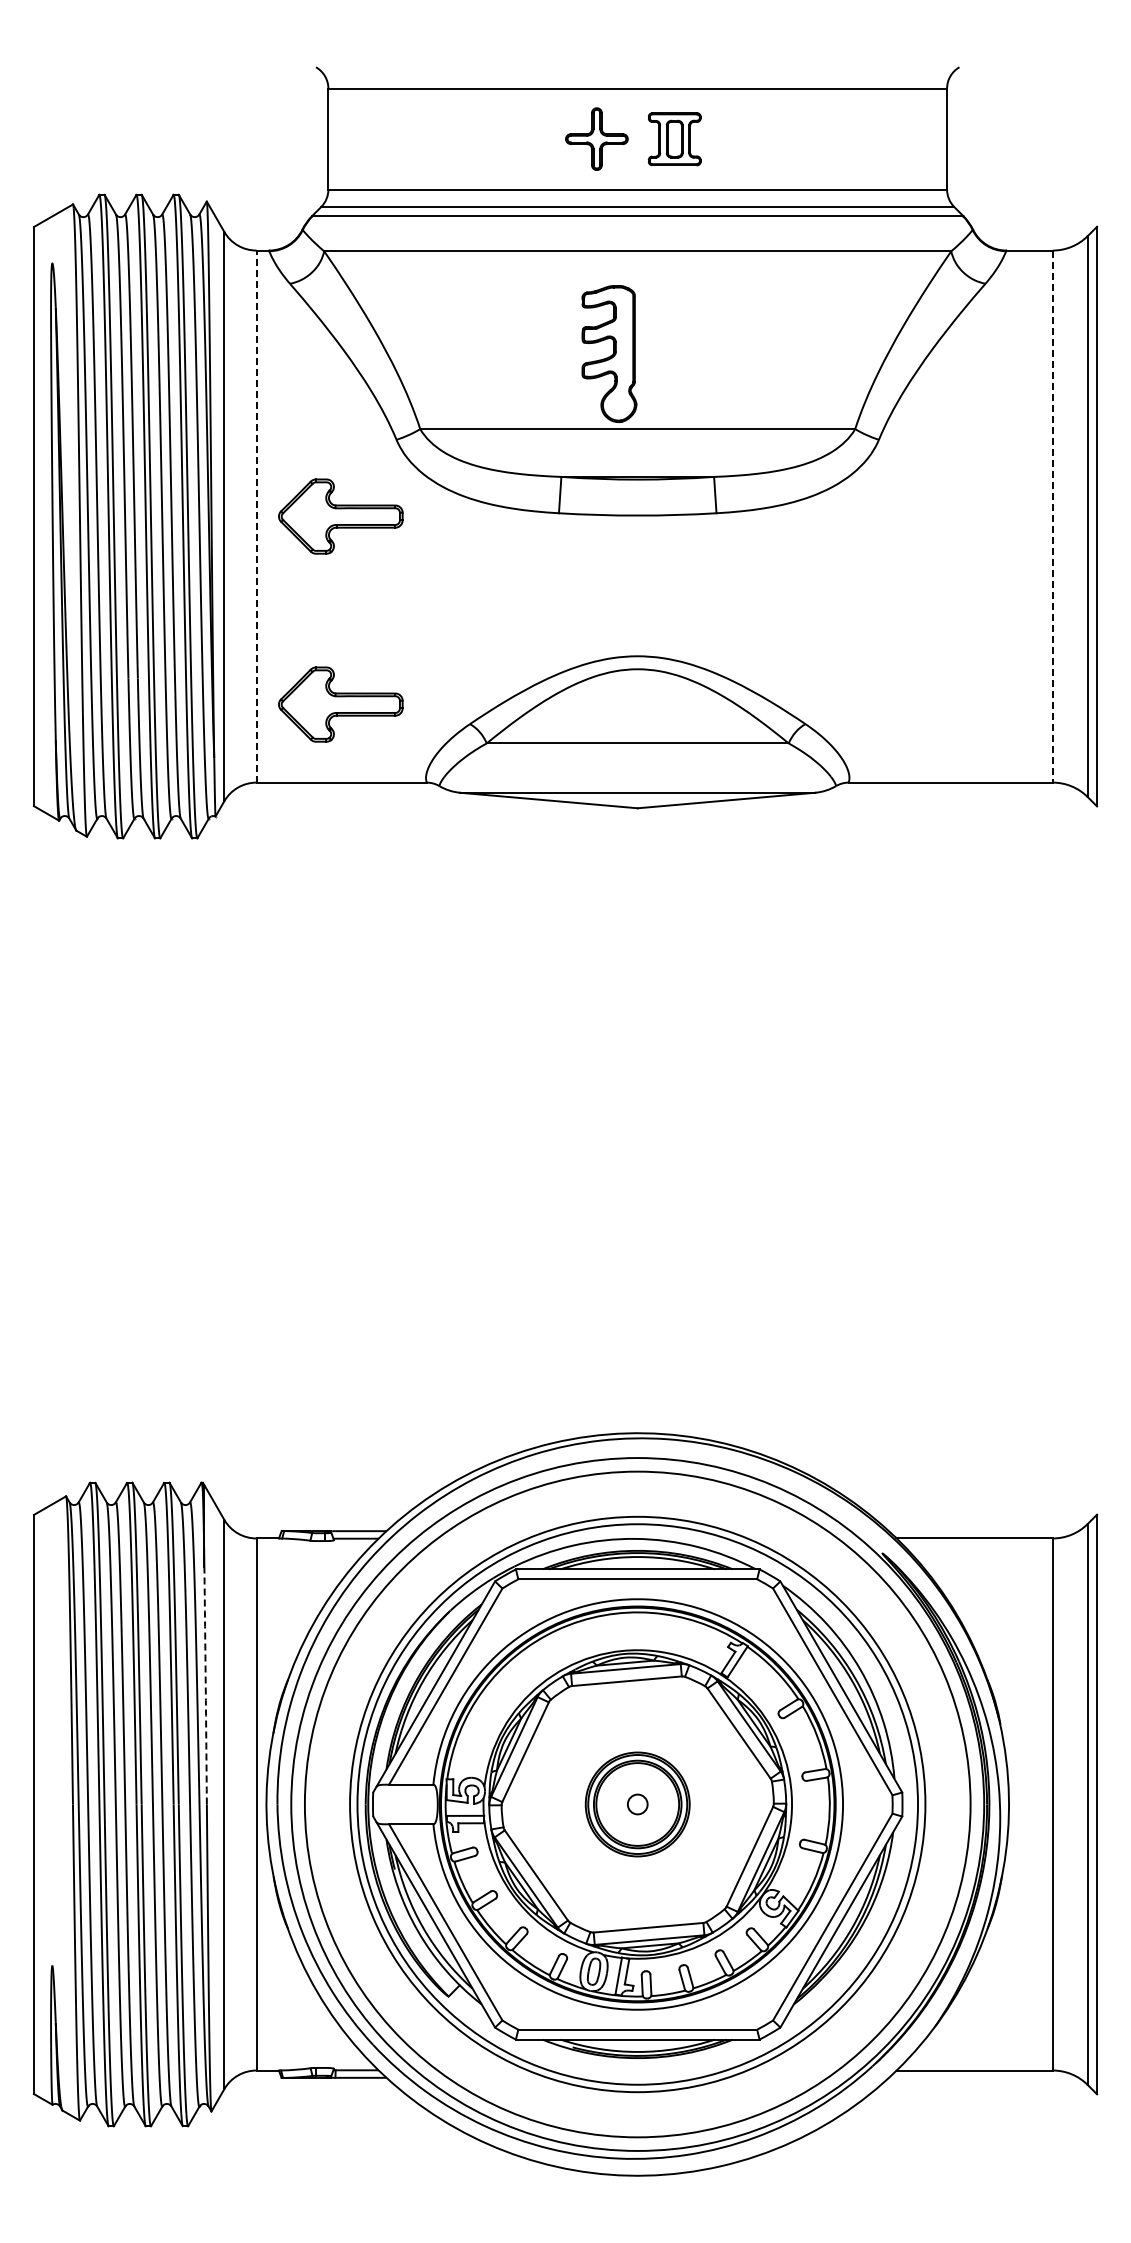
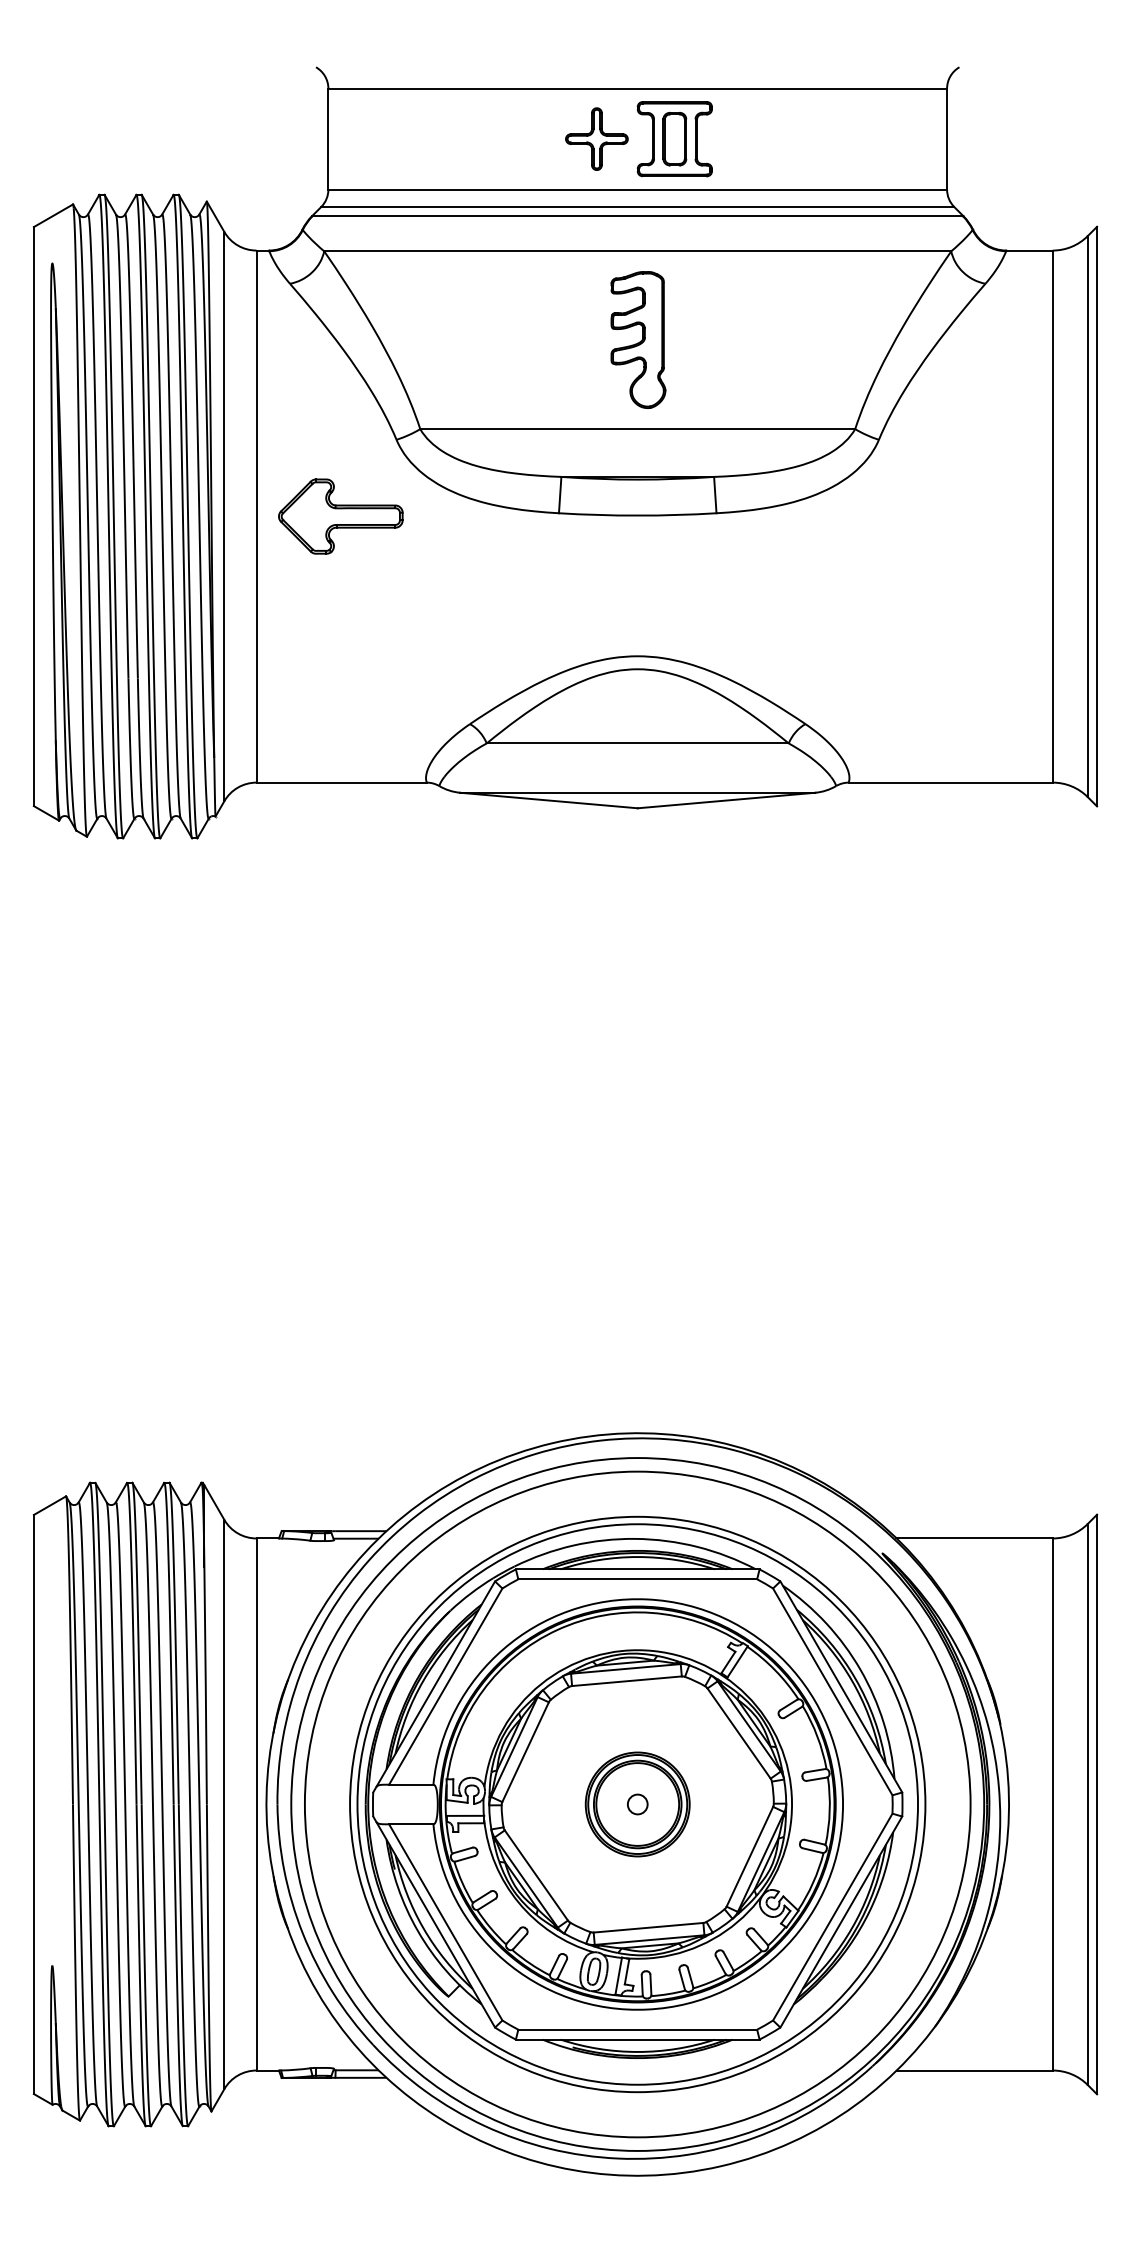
part at (674, 139) size: 55x55 px -> 77x77 px
part at (609, 353) position: (609, 353) -> (638, 339)
line at (256, 516): dashed -> solid
line at (1052, 517): dashed -> solid
part at (340, 704): present -> none
arc at (205, 1685): dashed -> solid
